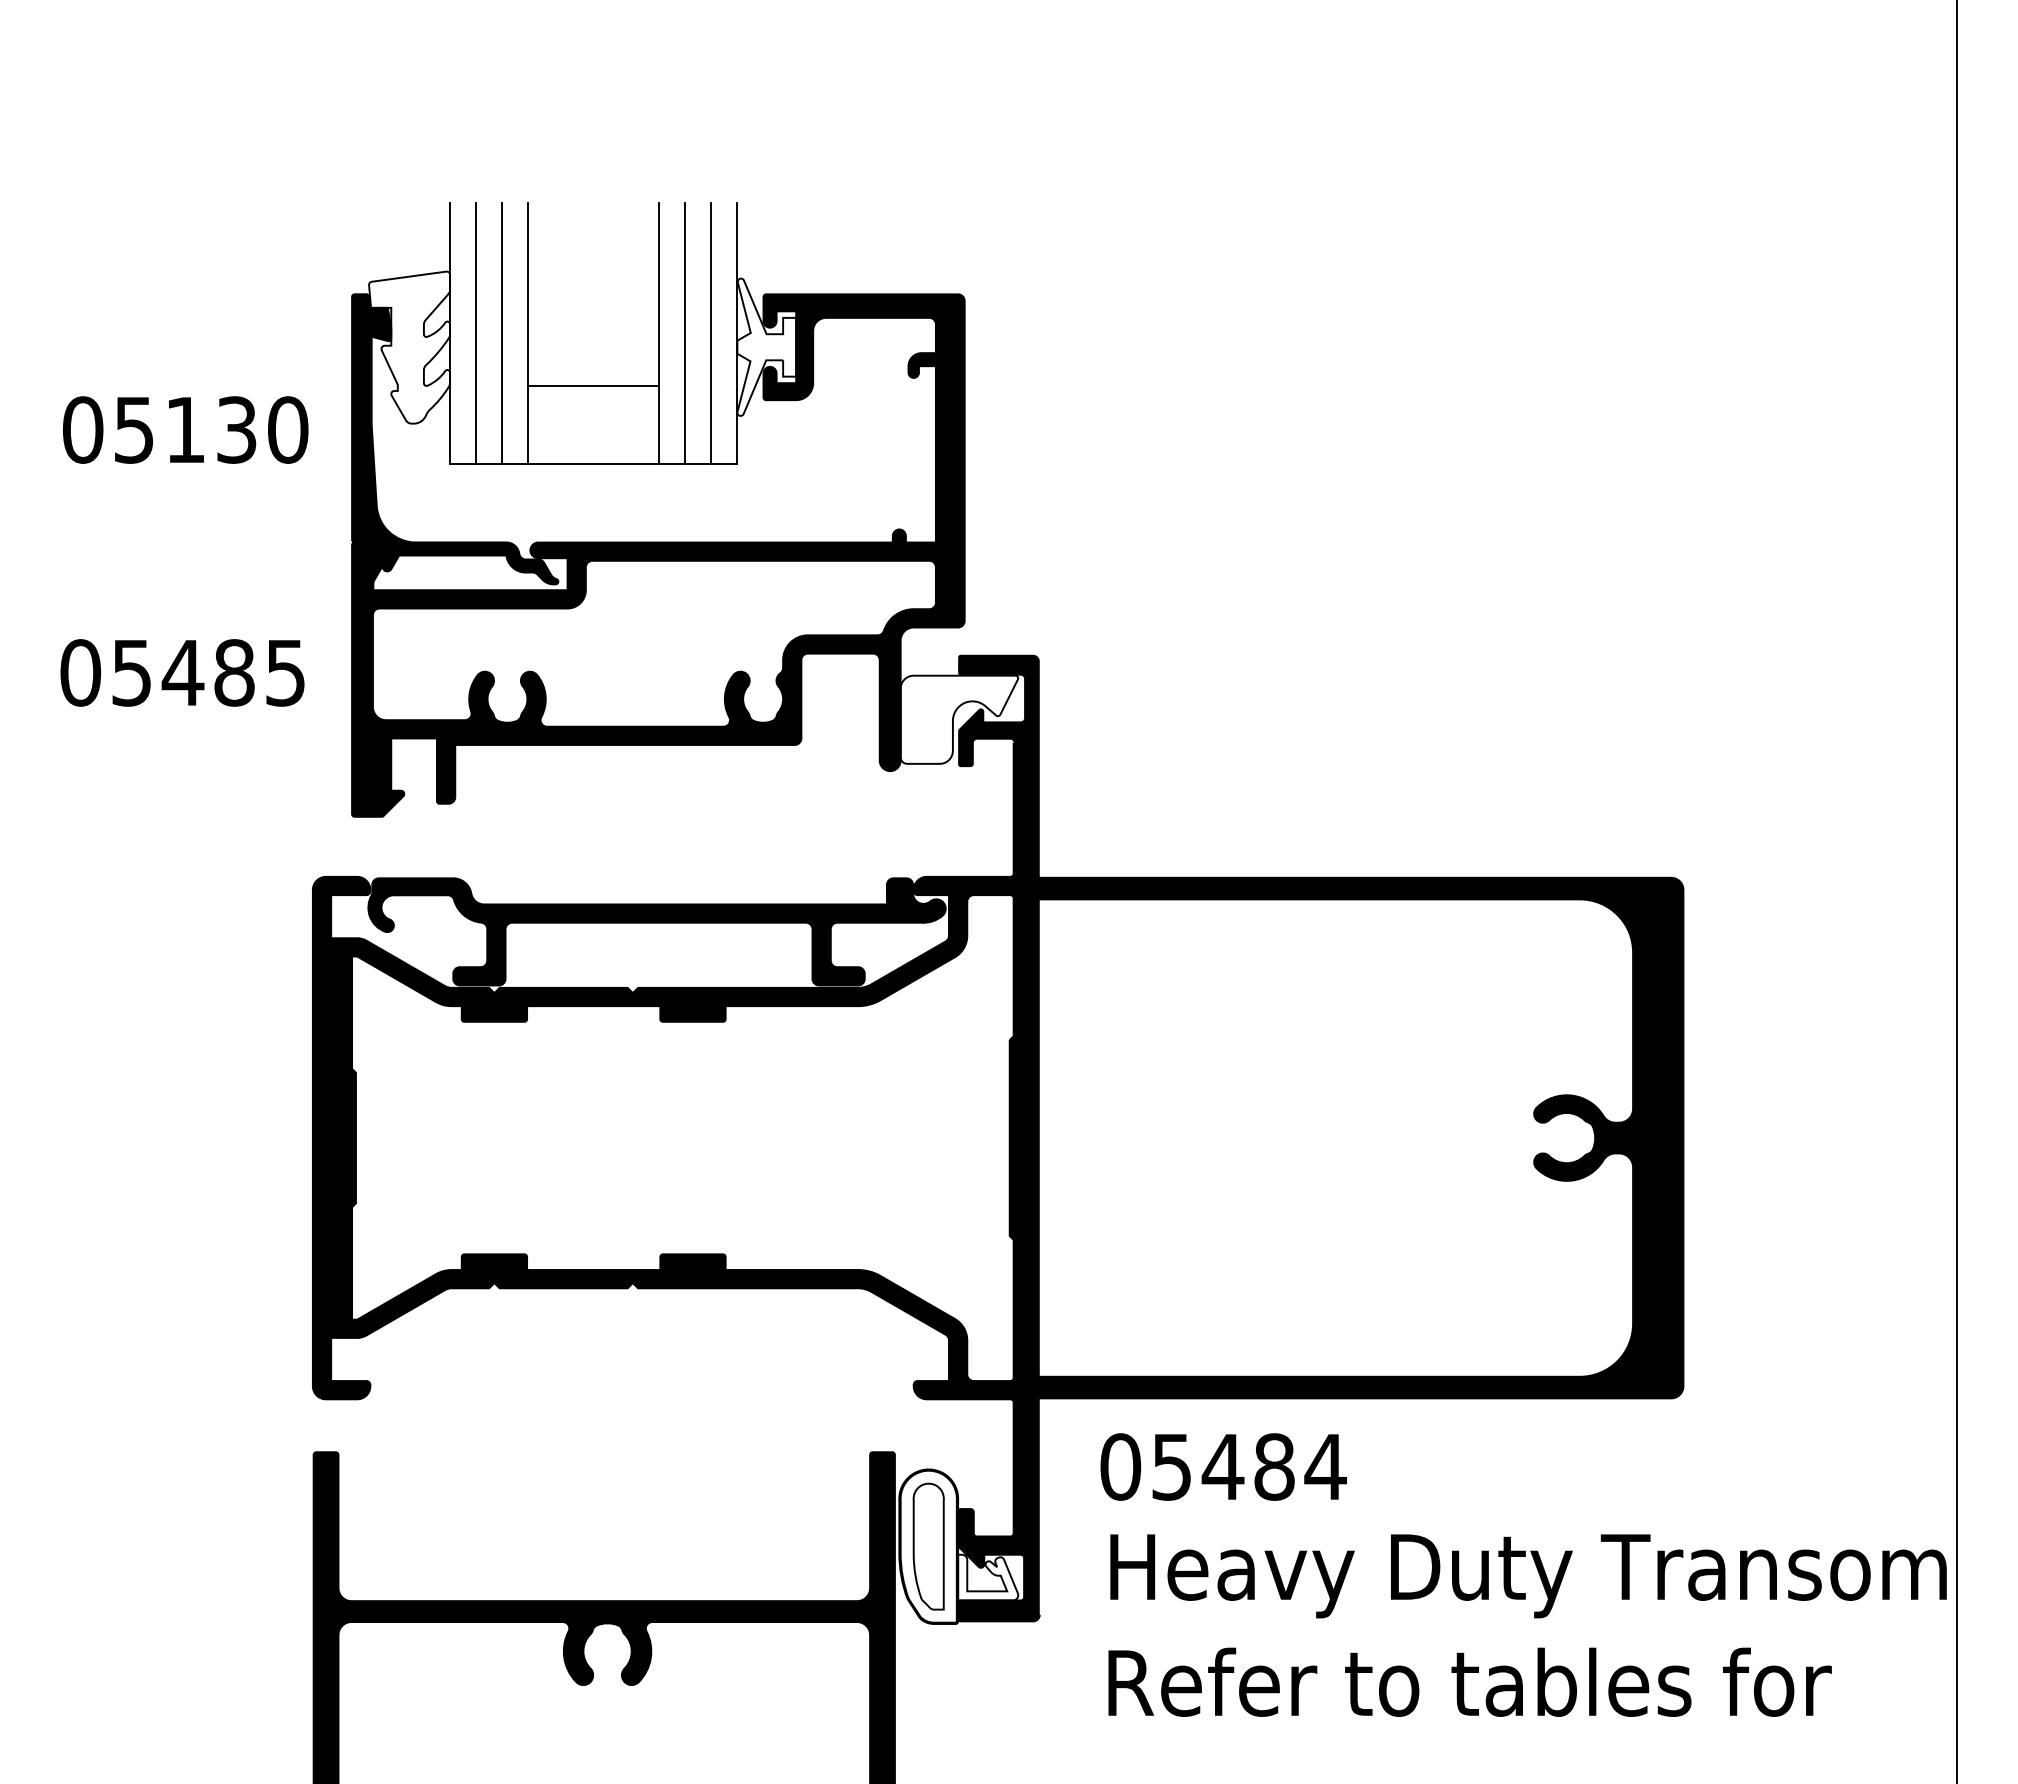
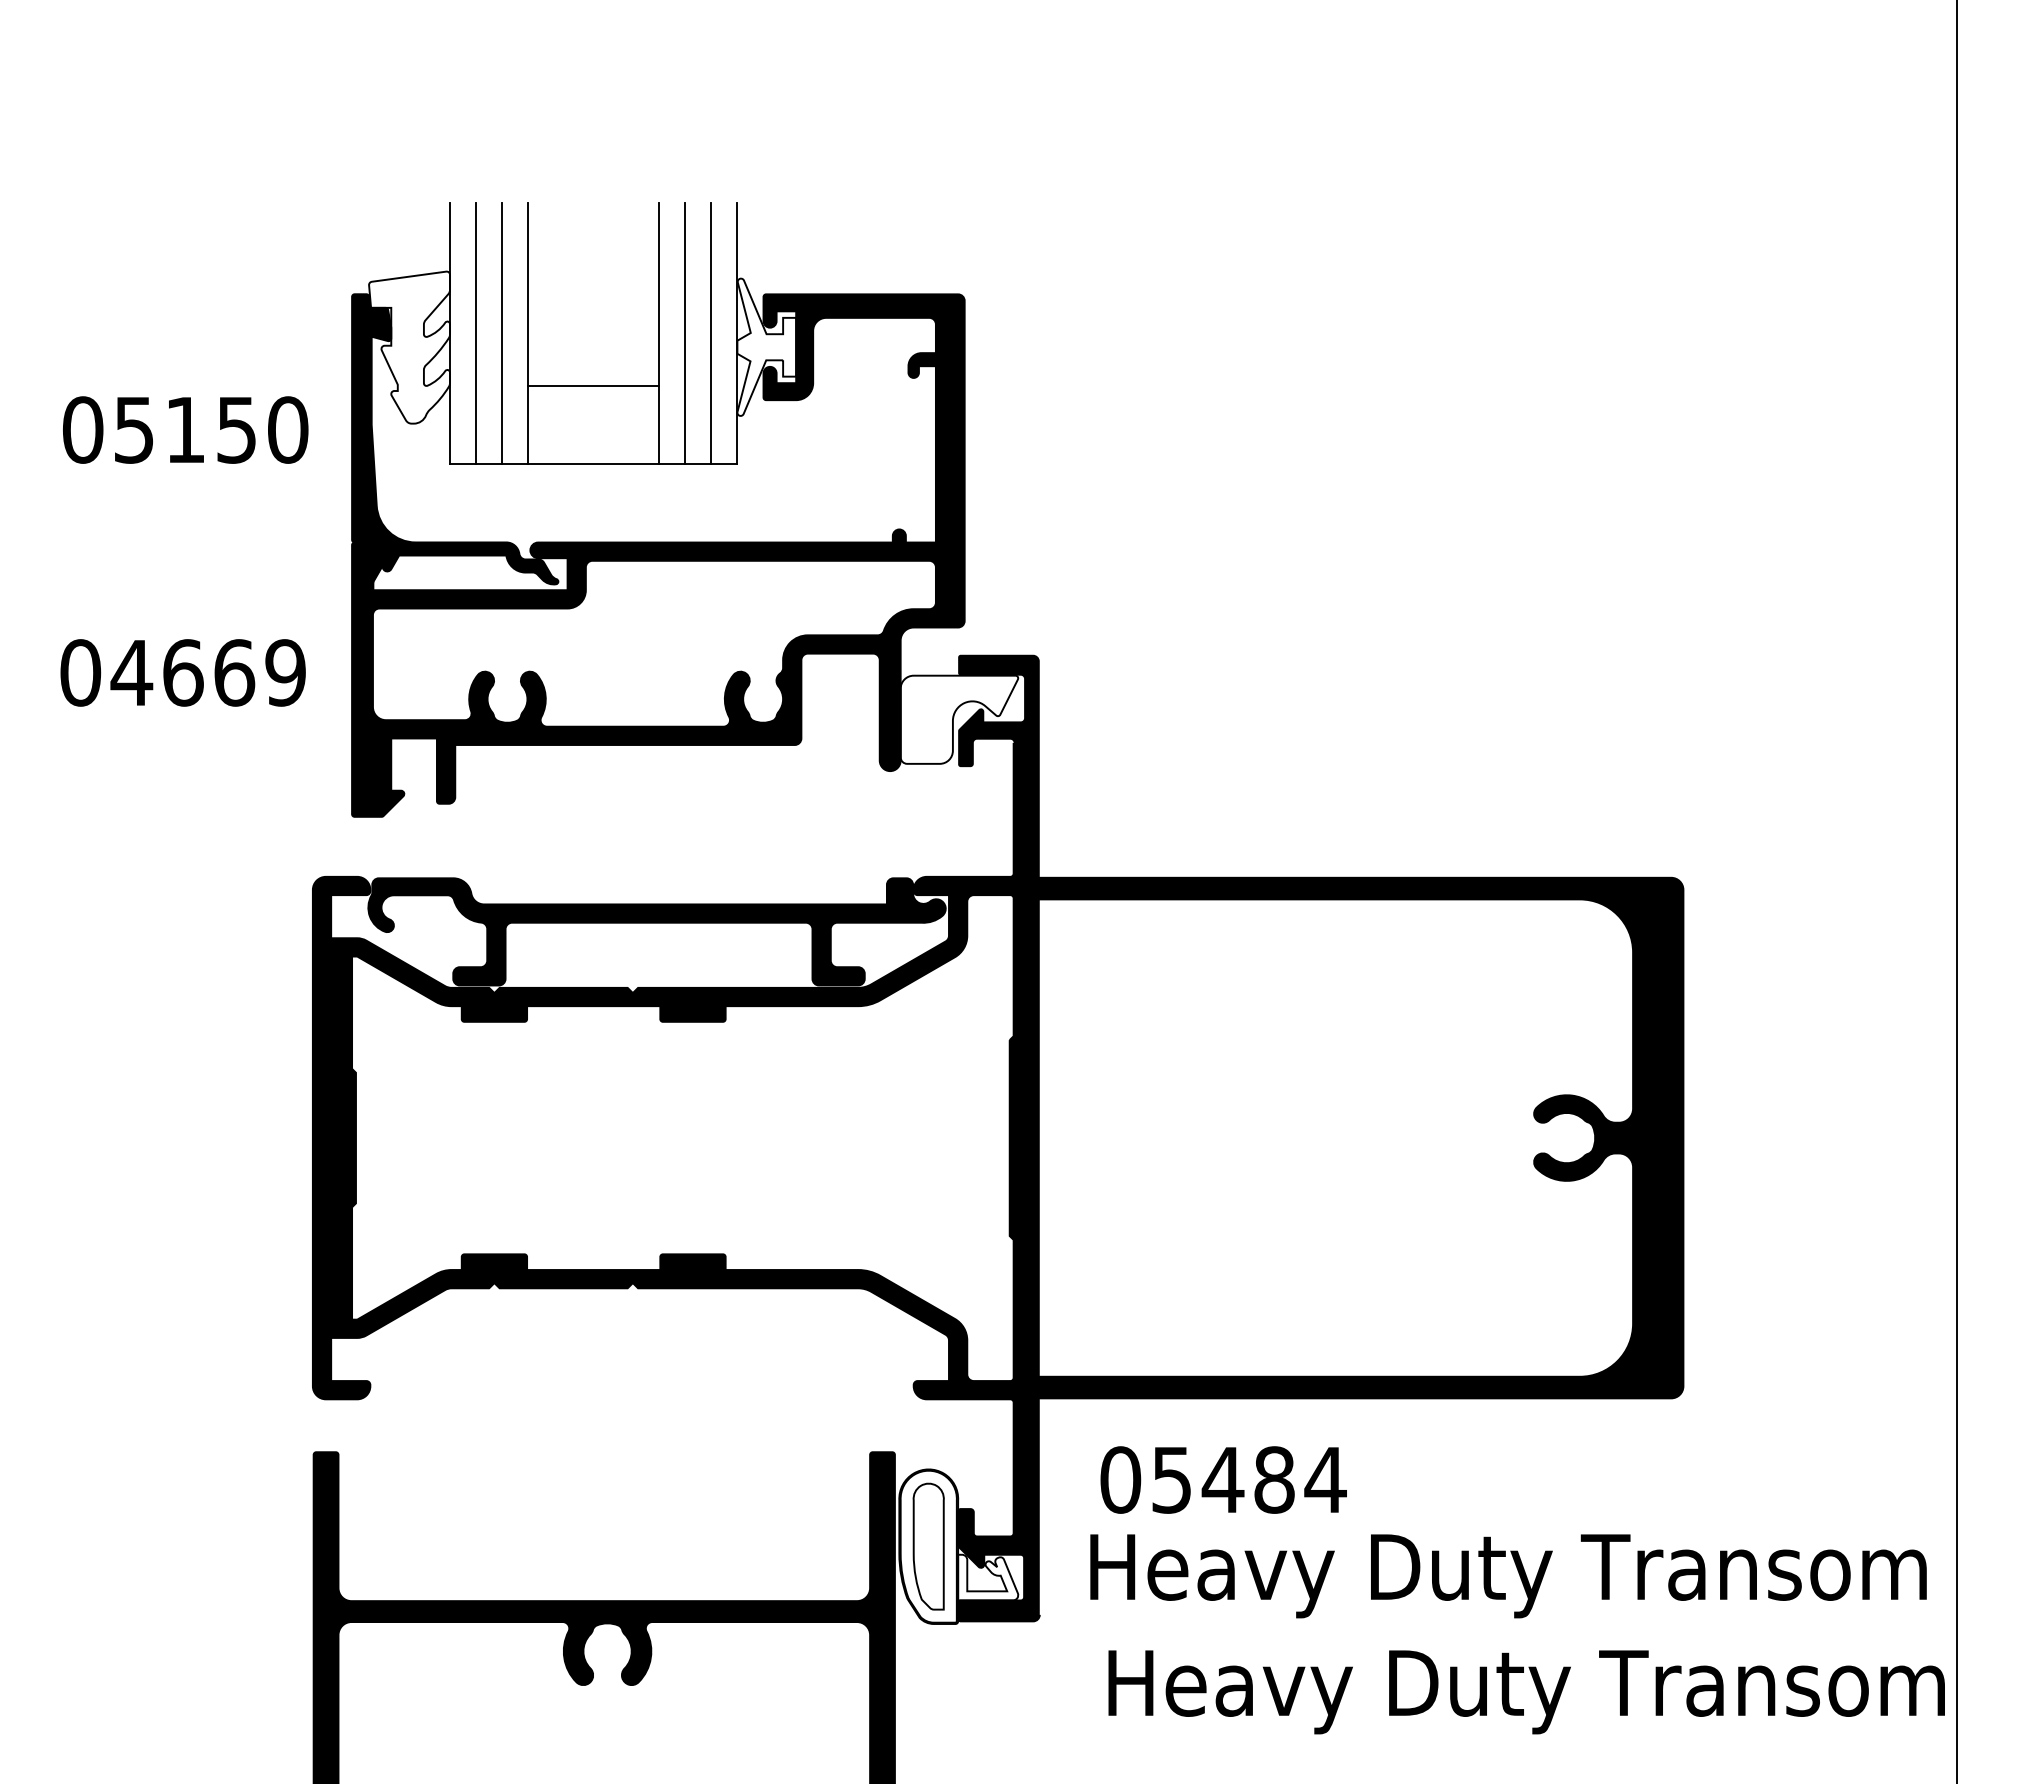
text at (237, 429): 05130 -> 05150
text at (207, 672): 05485 -> 04669
text at (1223, 1466) position: (1223, 1466) -> (1223, 1479)
text at (1528, 1576) position: (1528, 1576) -> (1508, 1576)
text at (1530, 1690): Refer to tables for -> Heavy Duty Transom
